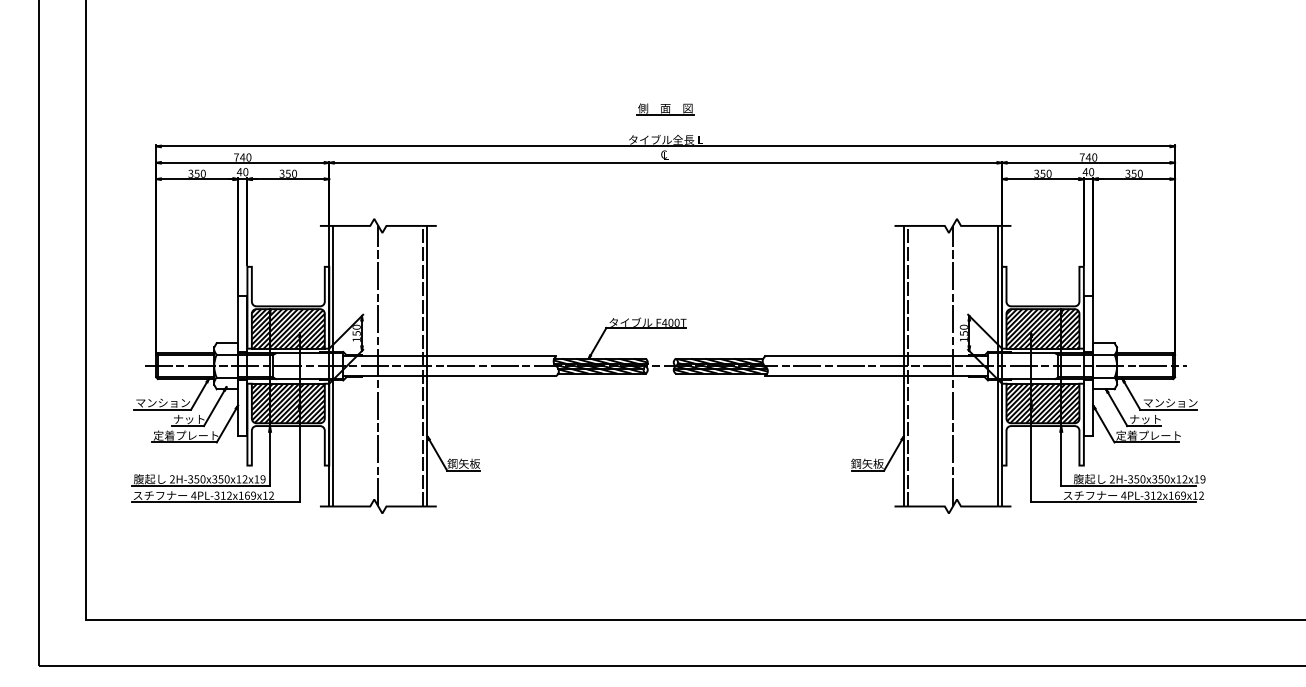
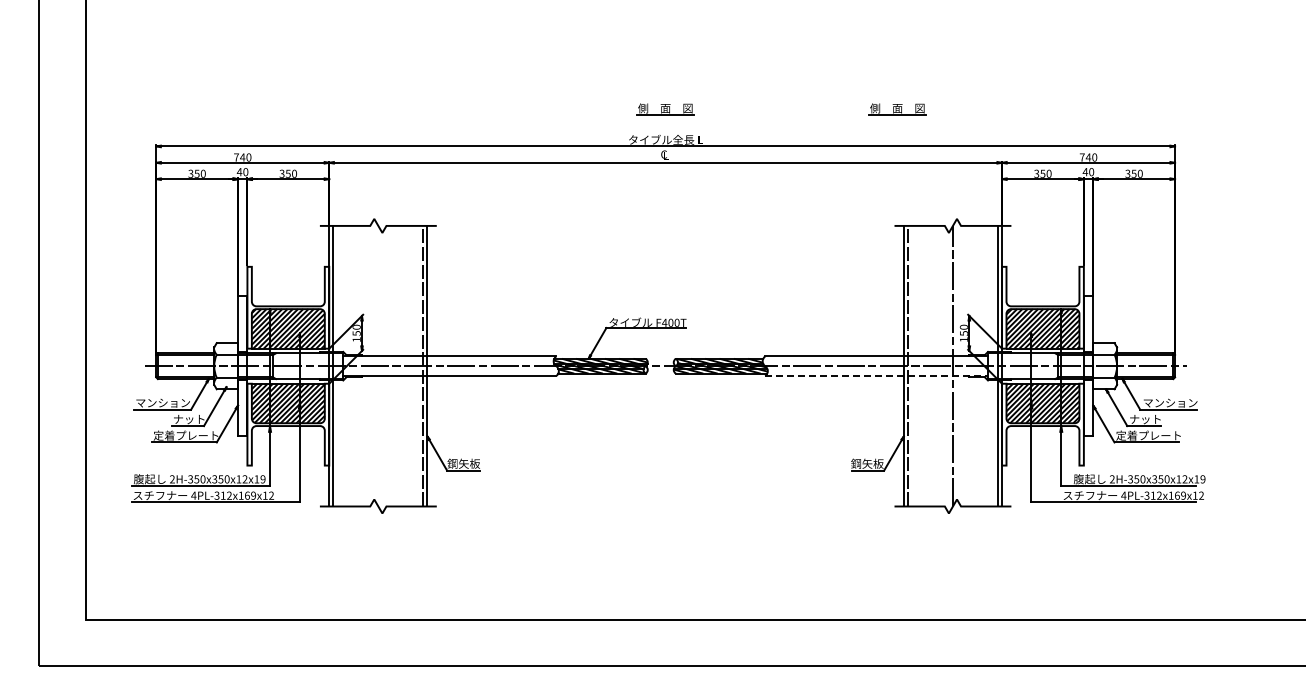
part at (897, 109): none -> present
line at (378, 365): present -> none
line at (877, 375): solid -> dashed
